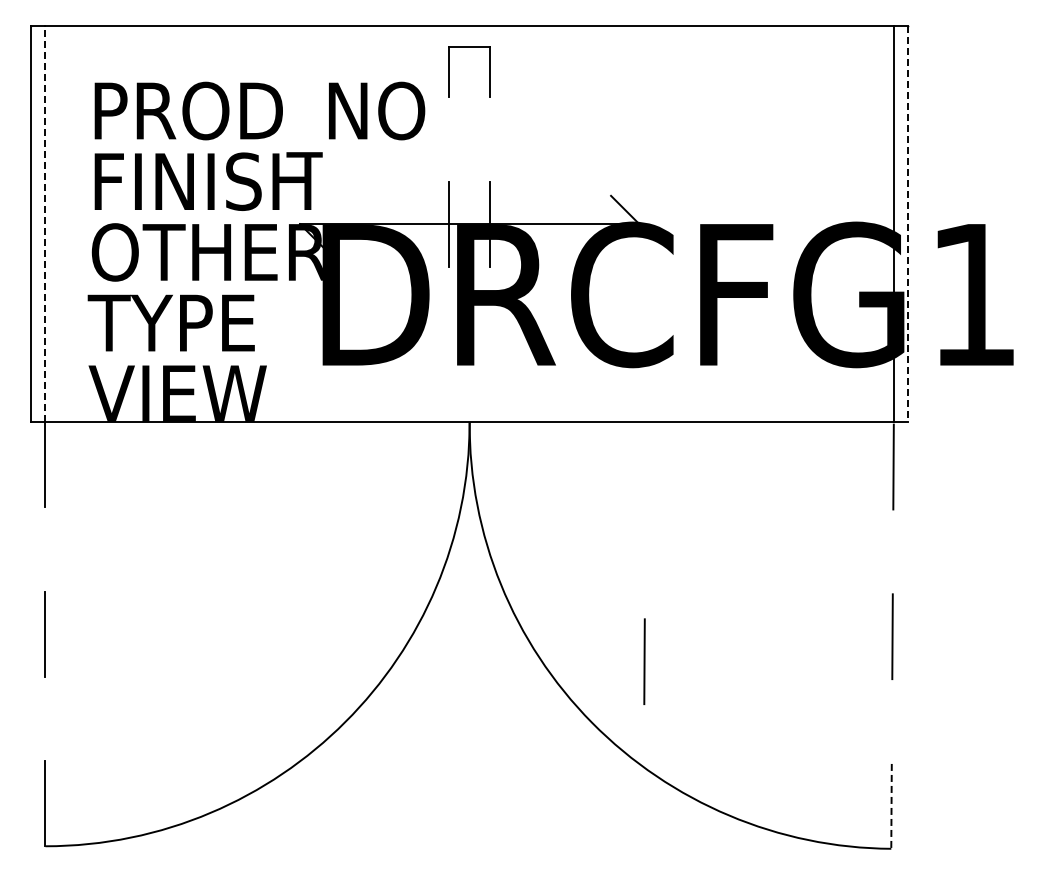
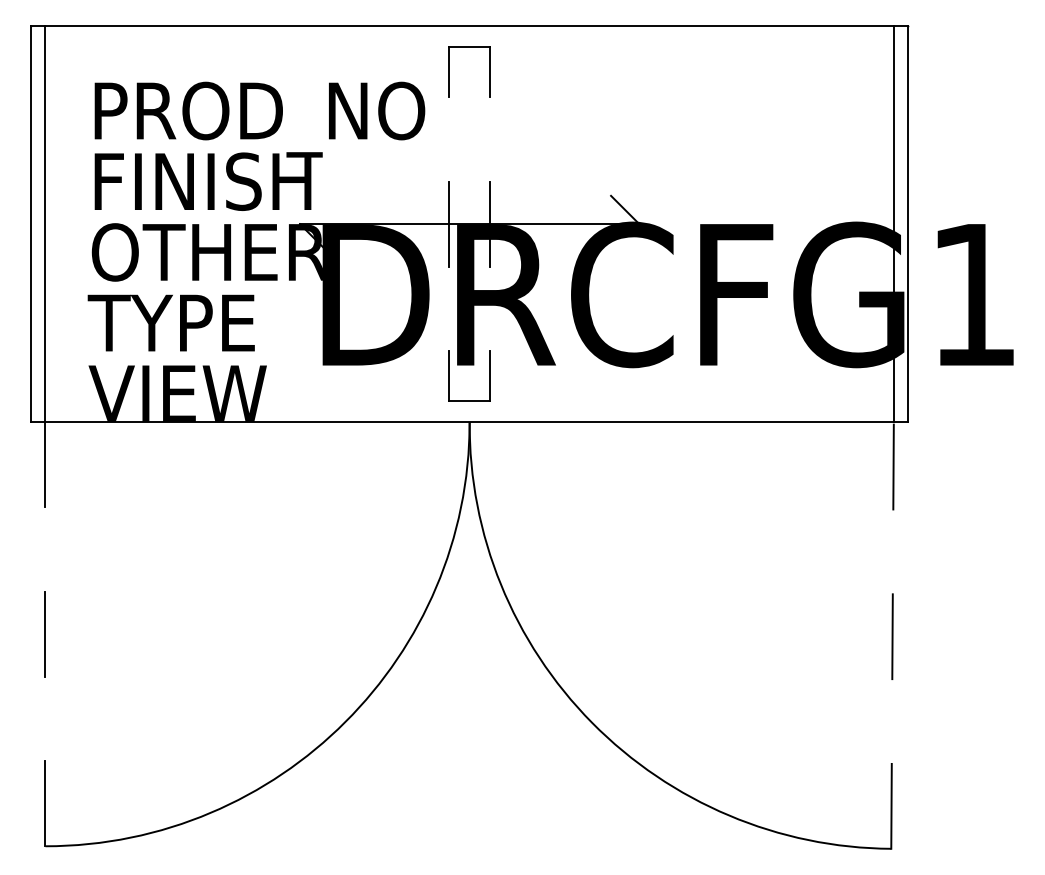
line at (45, 224): dashed -> solid
line at (907, 224): dashed -> solid
part at (449, 375): none -> present
line at (644, 661): present -> none
line at (891, 806): dashed -> solid
